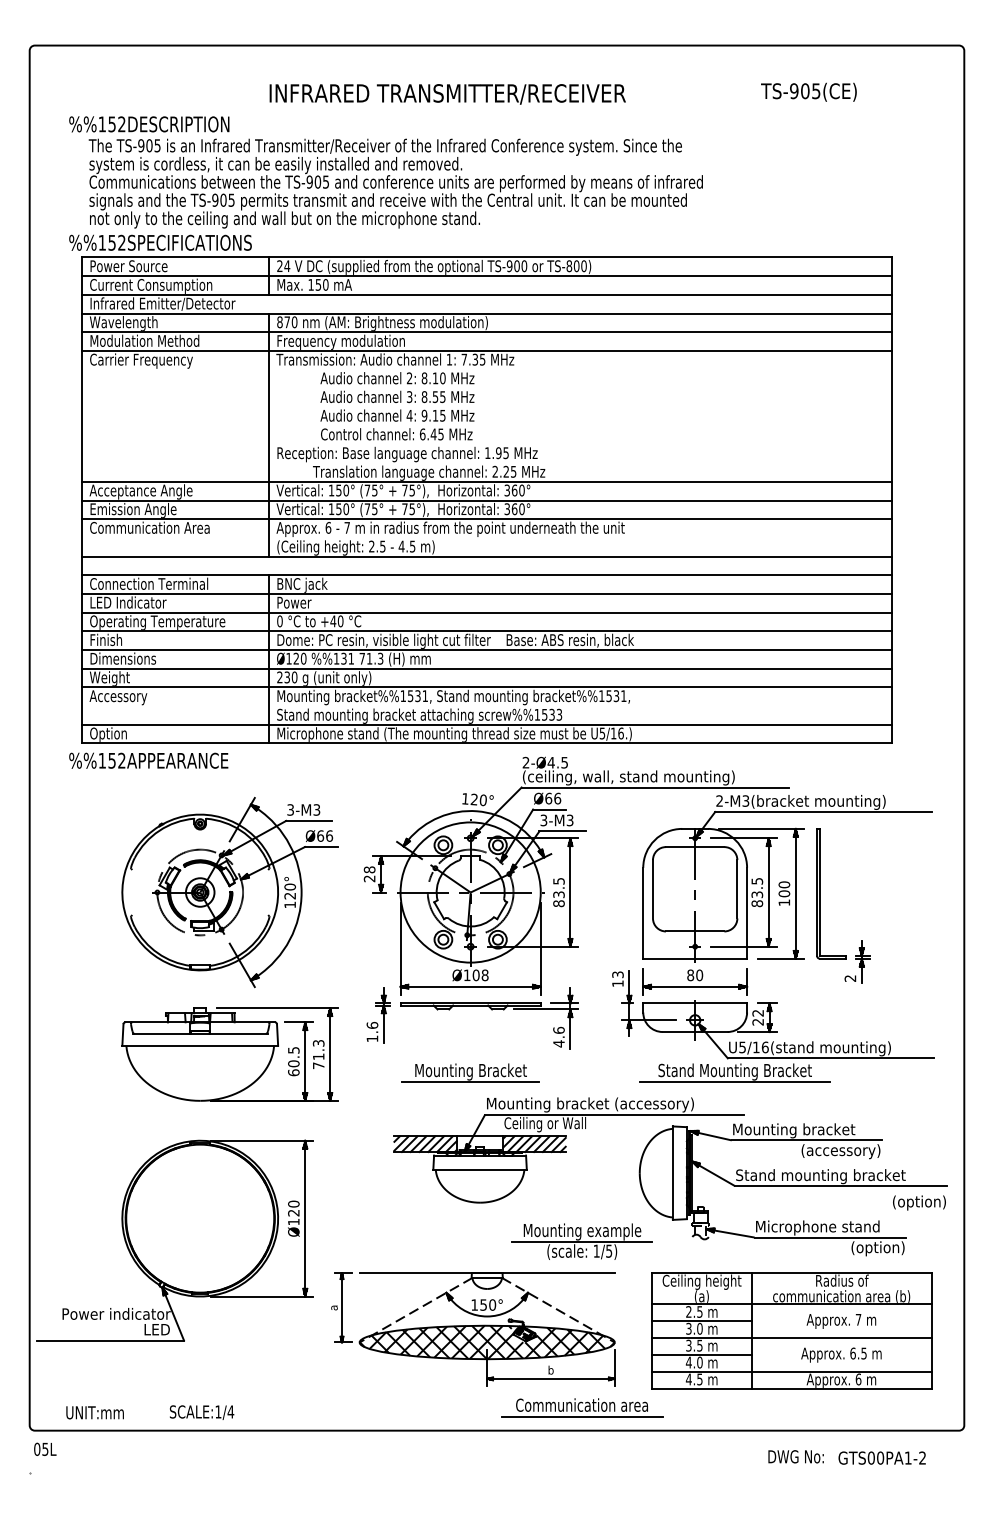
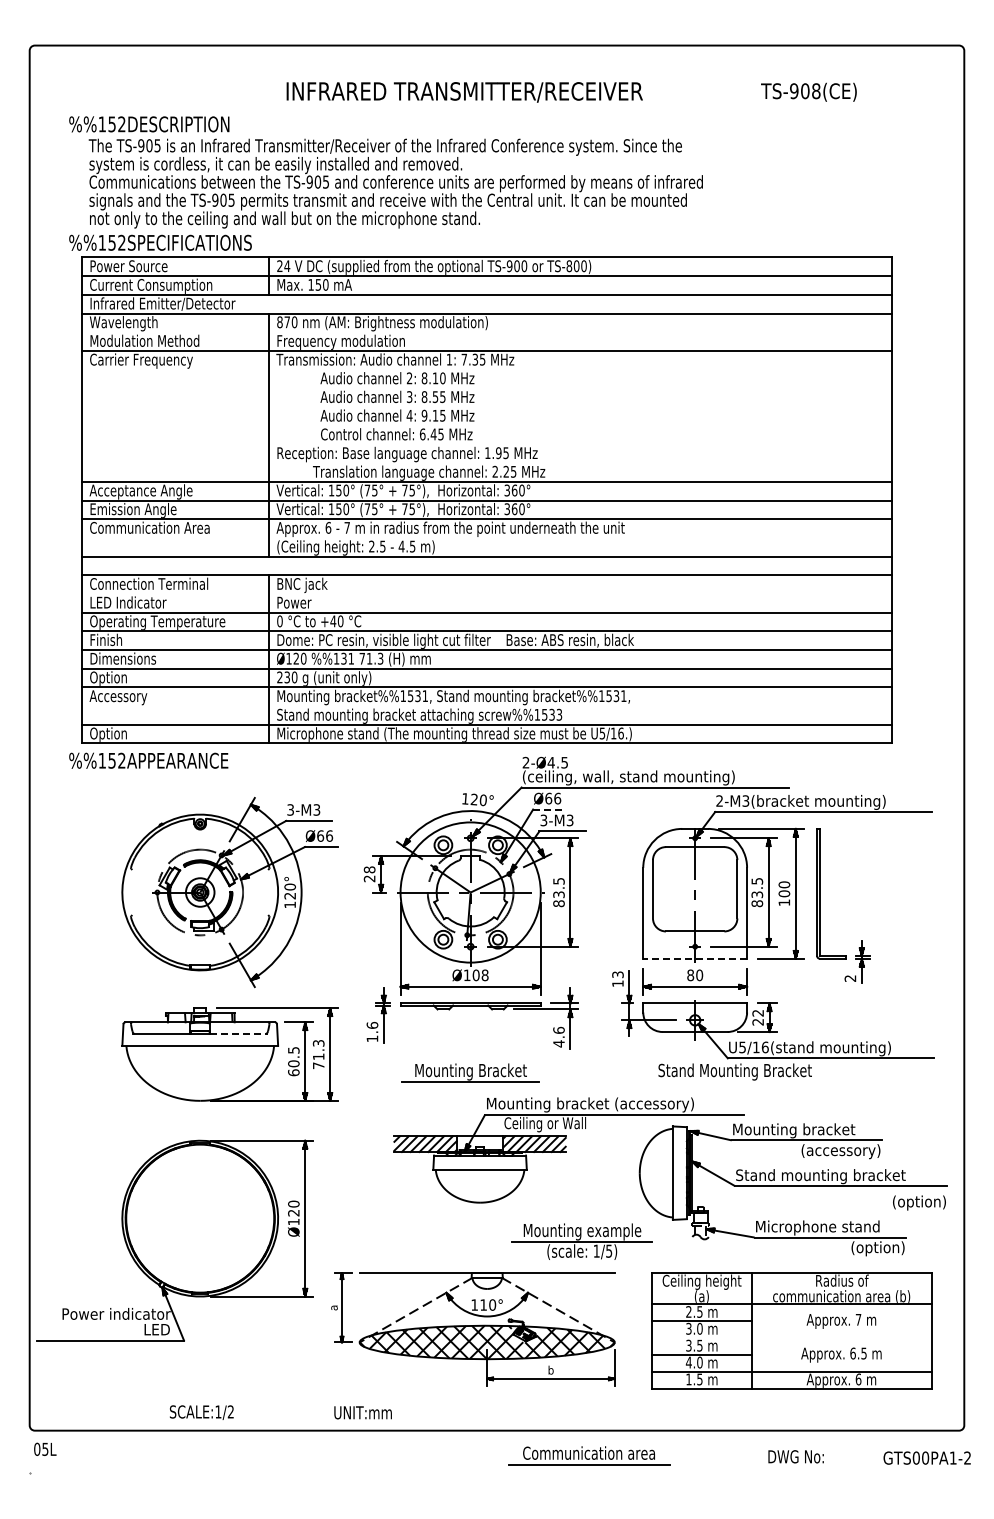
text at (816, 91): TS-905(CE) -> TS-908(CE)
text at (447, 94) position: (447, 94) -> (464, 92)
line at (486, 332): present -> none
line at (486, 593): present -> none
text at (109, 678): Weight -> Option
line at (549, 809): solid -> dashed
line at (695, 958): solid -> dashed
line at (238, 1034): solid -> dashed
line at (734, 1082): present -> none
text at (483, 1304): 150° -> 110°
line at (791, 1338): present -> none
text at (688, 1379): 4.5 -> 1.5
part at (582, 1407) position: (582, 1407) -> (589, 1455)
text at (230, 1411): SCALE:1/4 -> SCALE:1/2
text at (94, 1412) position: (94, 1412) -> (362, 1412)
text at (881, 1457) position: (881, 1457) -> (926, 1457)
